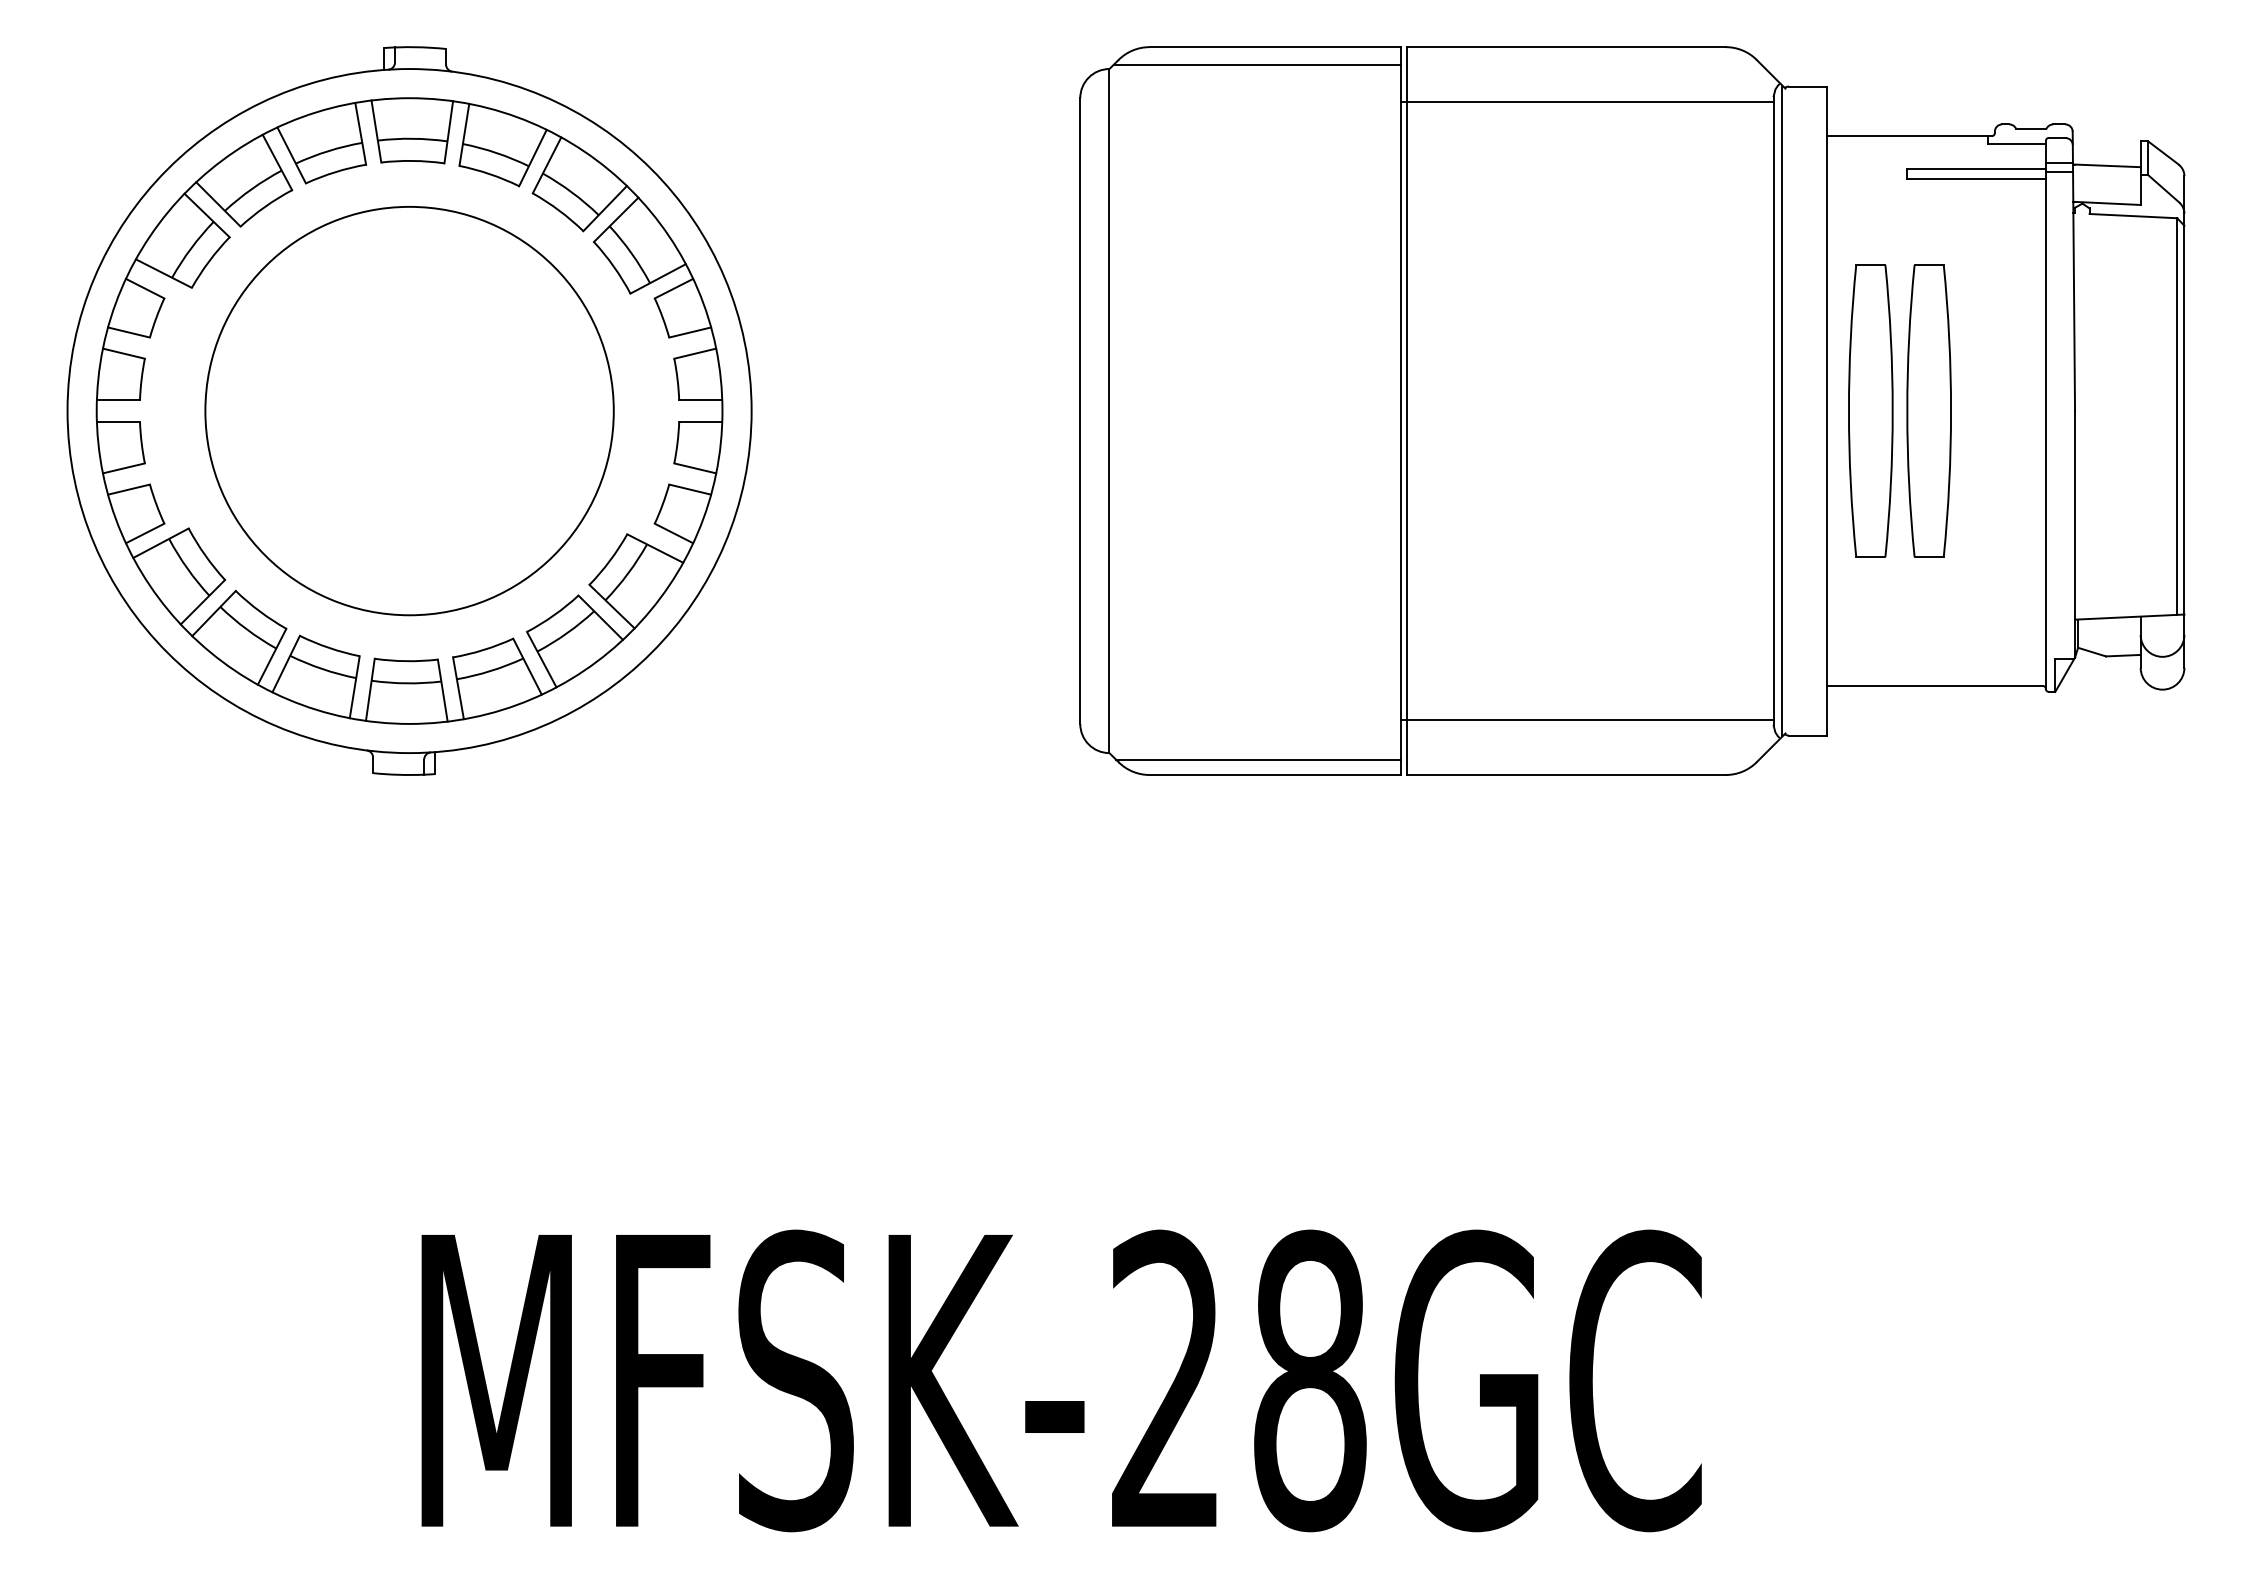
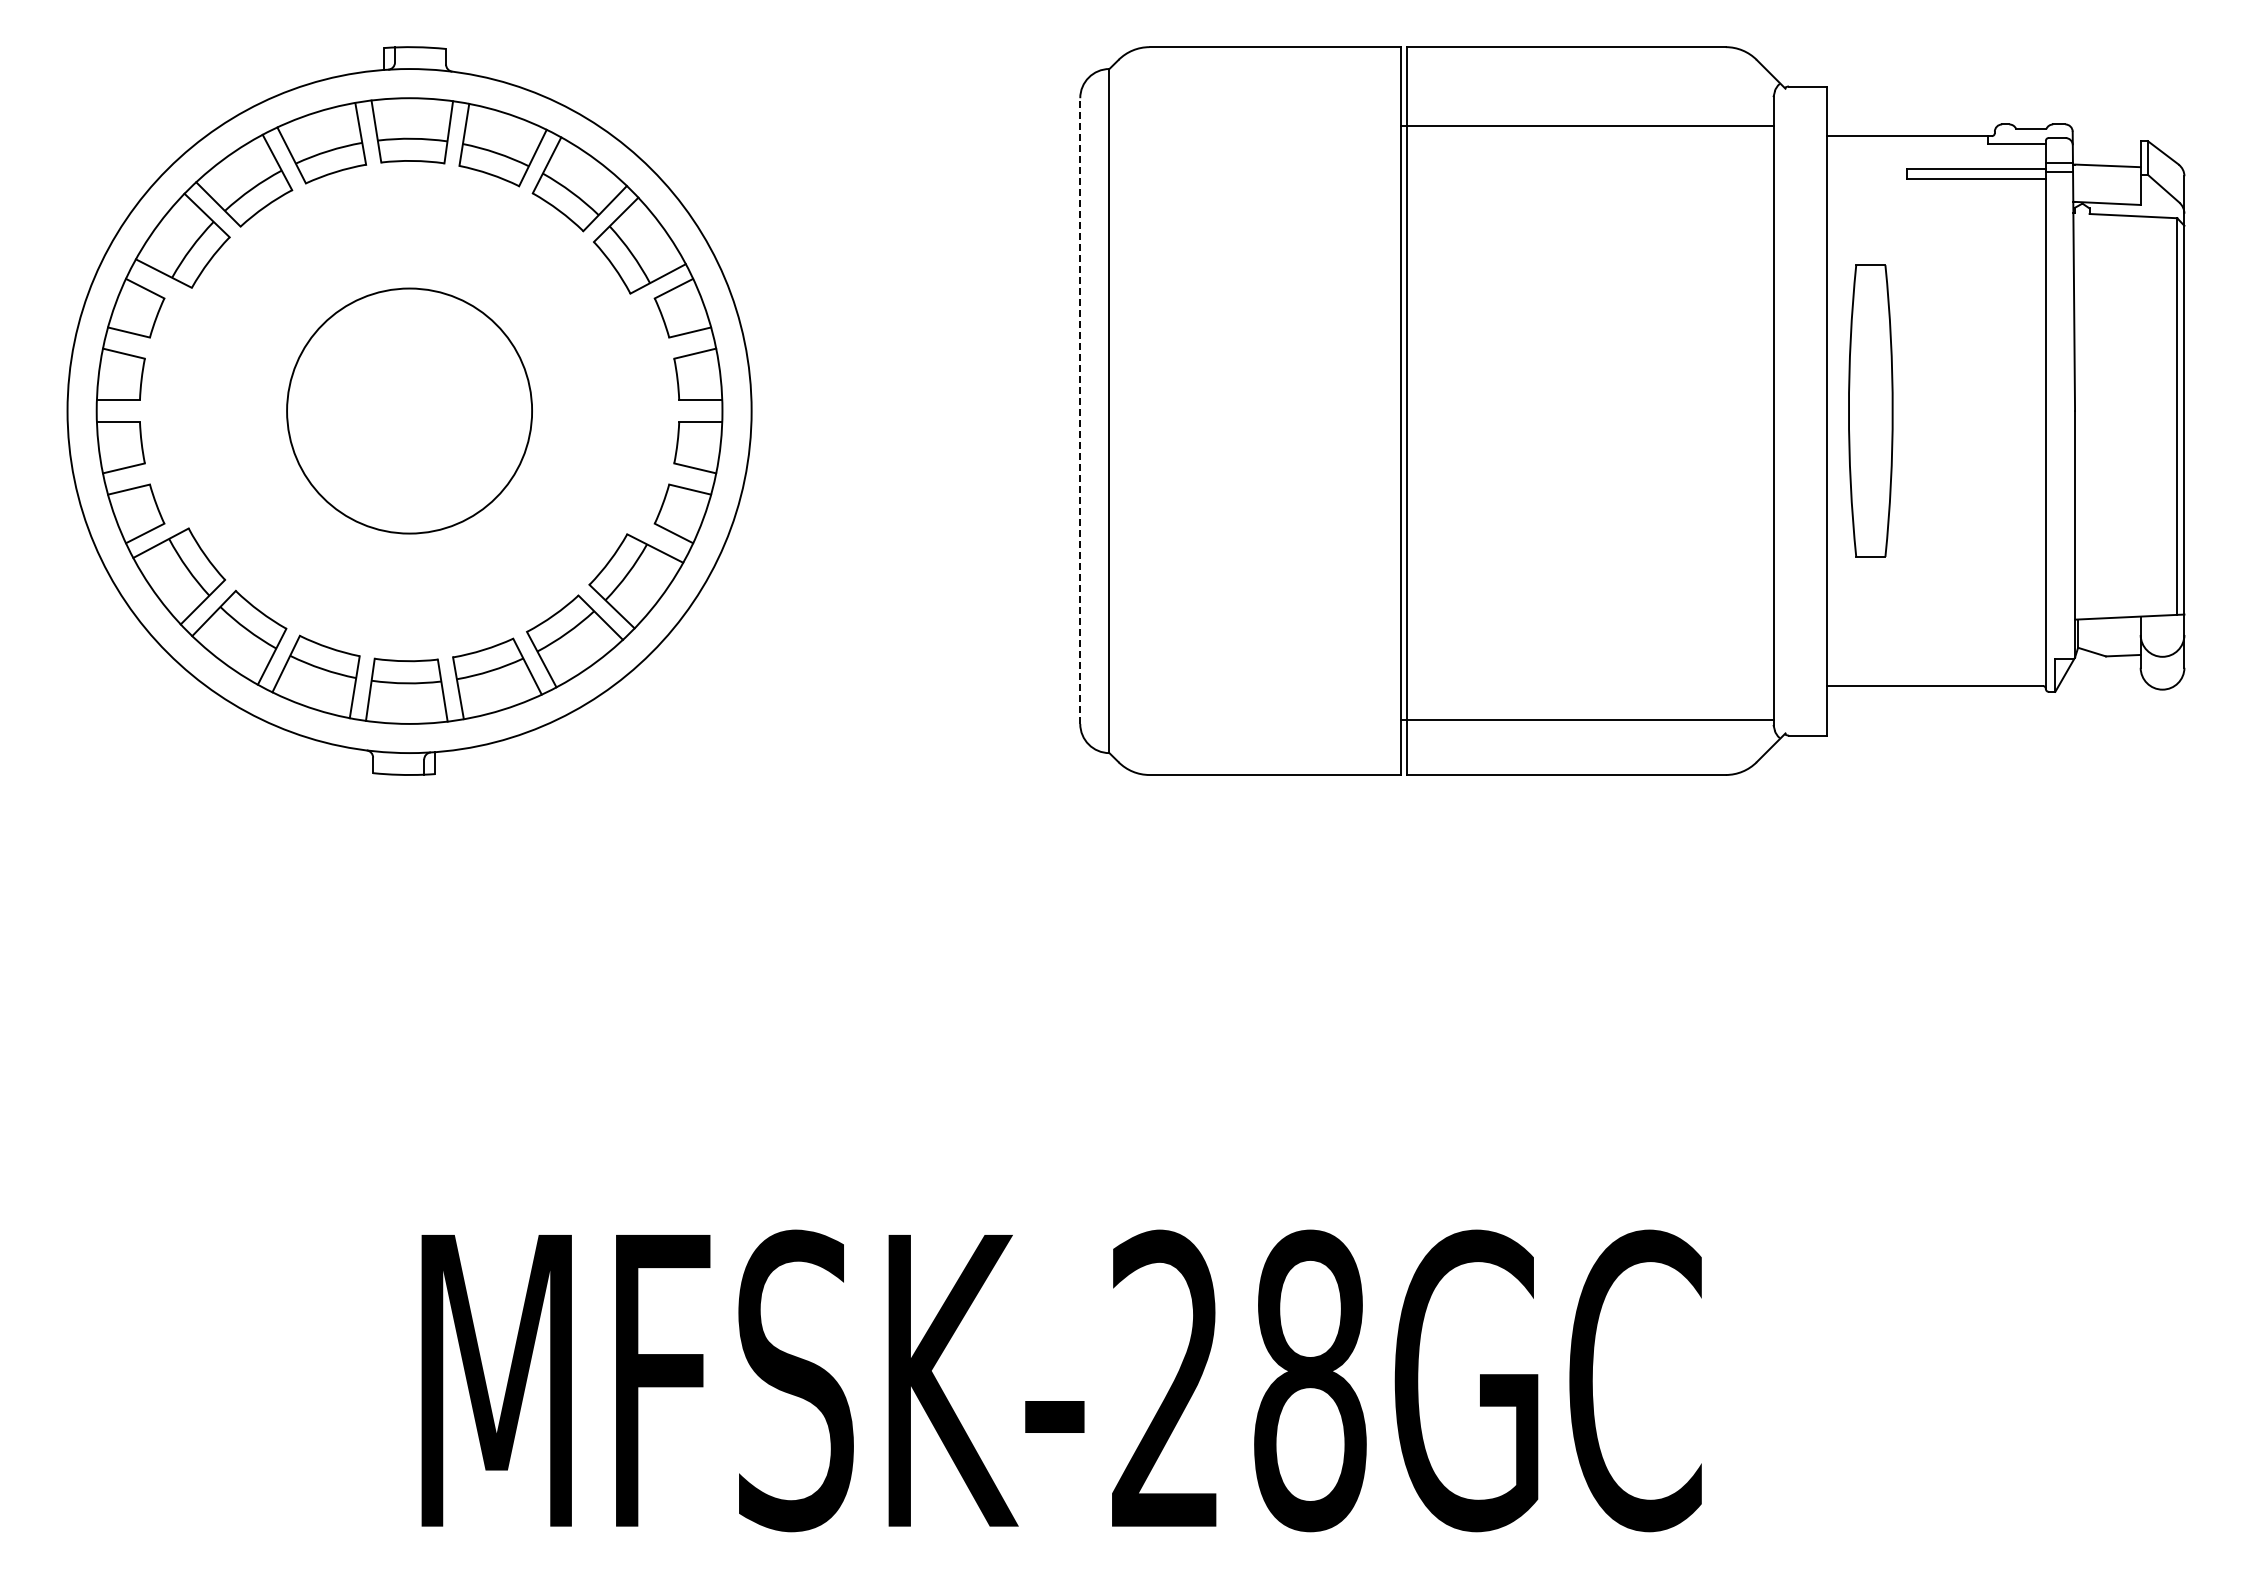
line at (1257, 64): present -> none
line at (1587, 101) position: (1587, 101) -> (1587, 125)
circle at (409, 410) diameter: 408 px -> 245 px
line at (1782, 410): present -> none
part at (1928, 410): present -> none
line at (1080, 411): solid -> dashed
line at (1258, 759): present -> none
